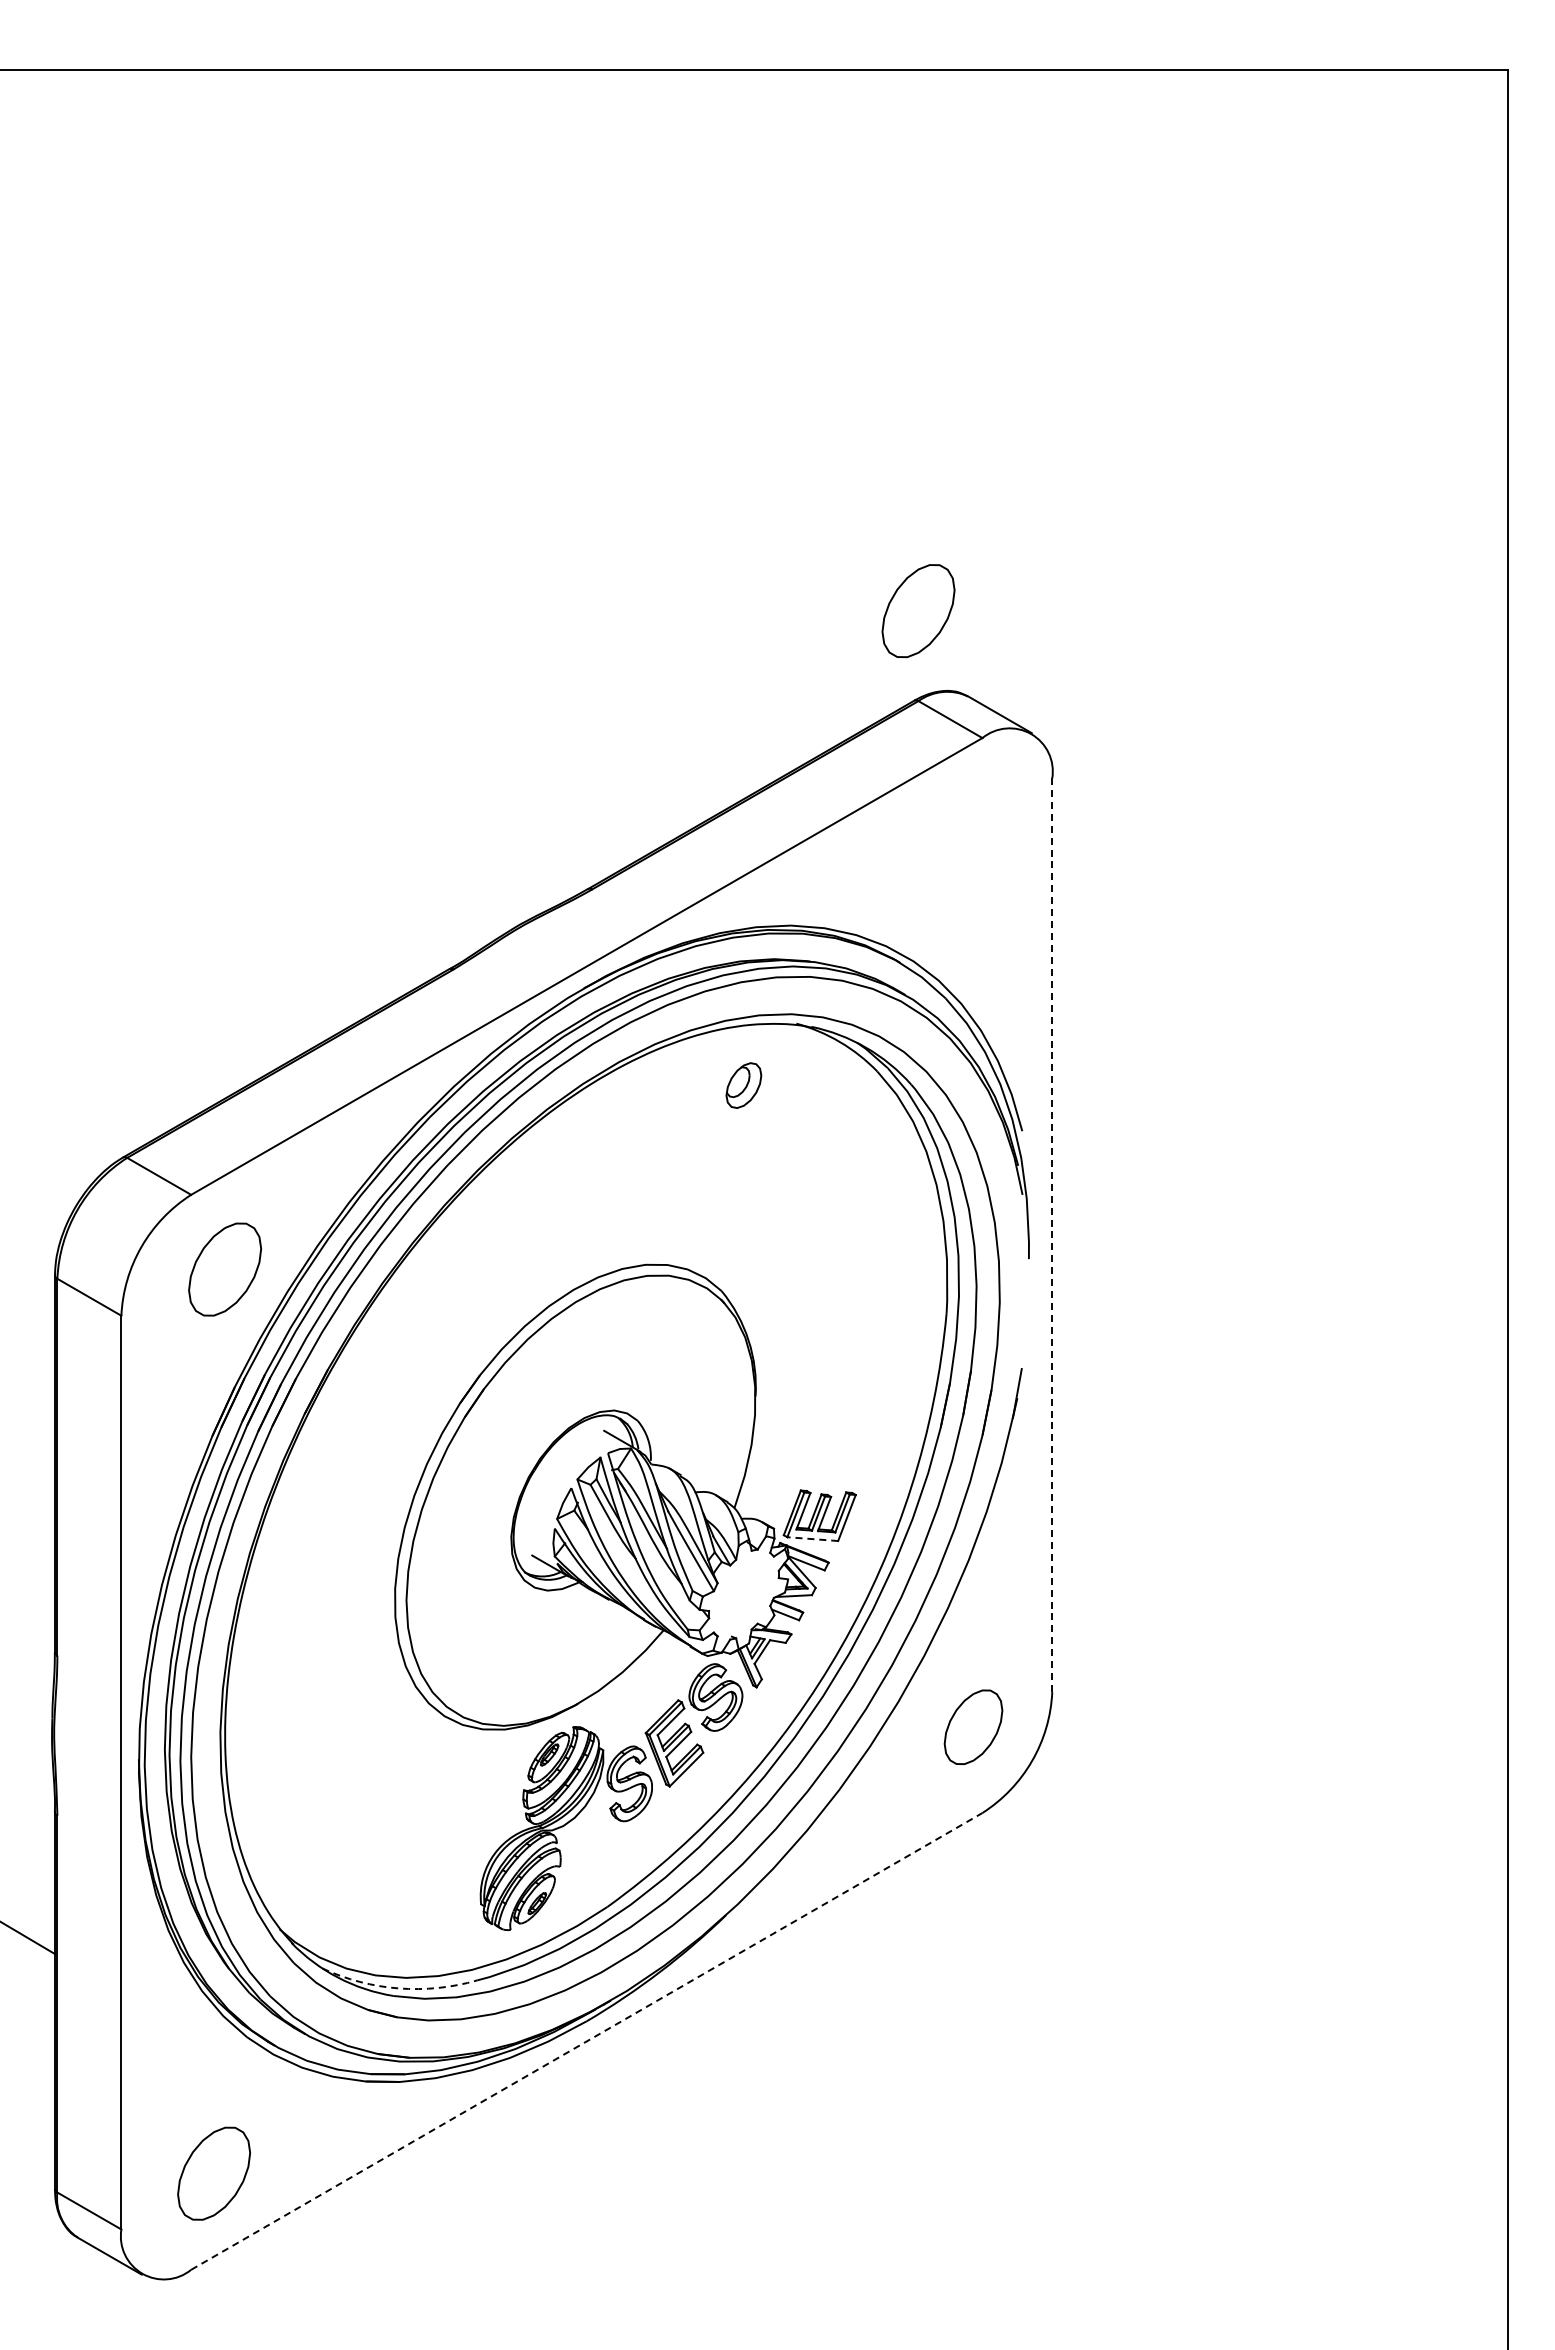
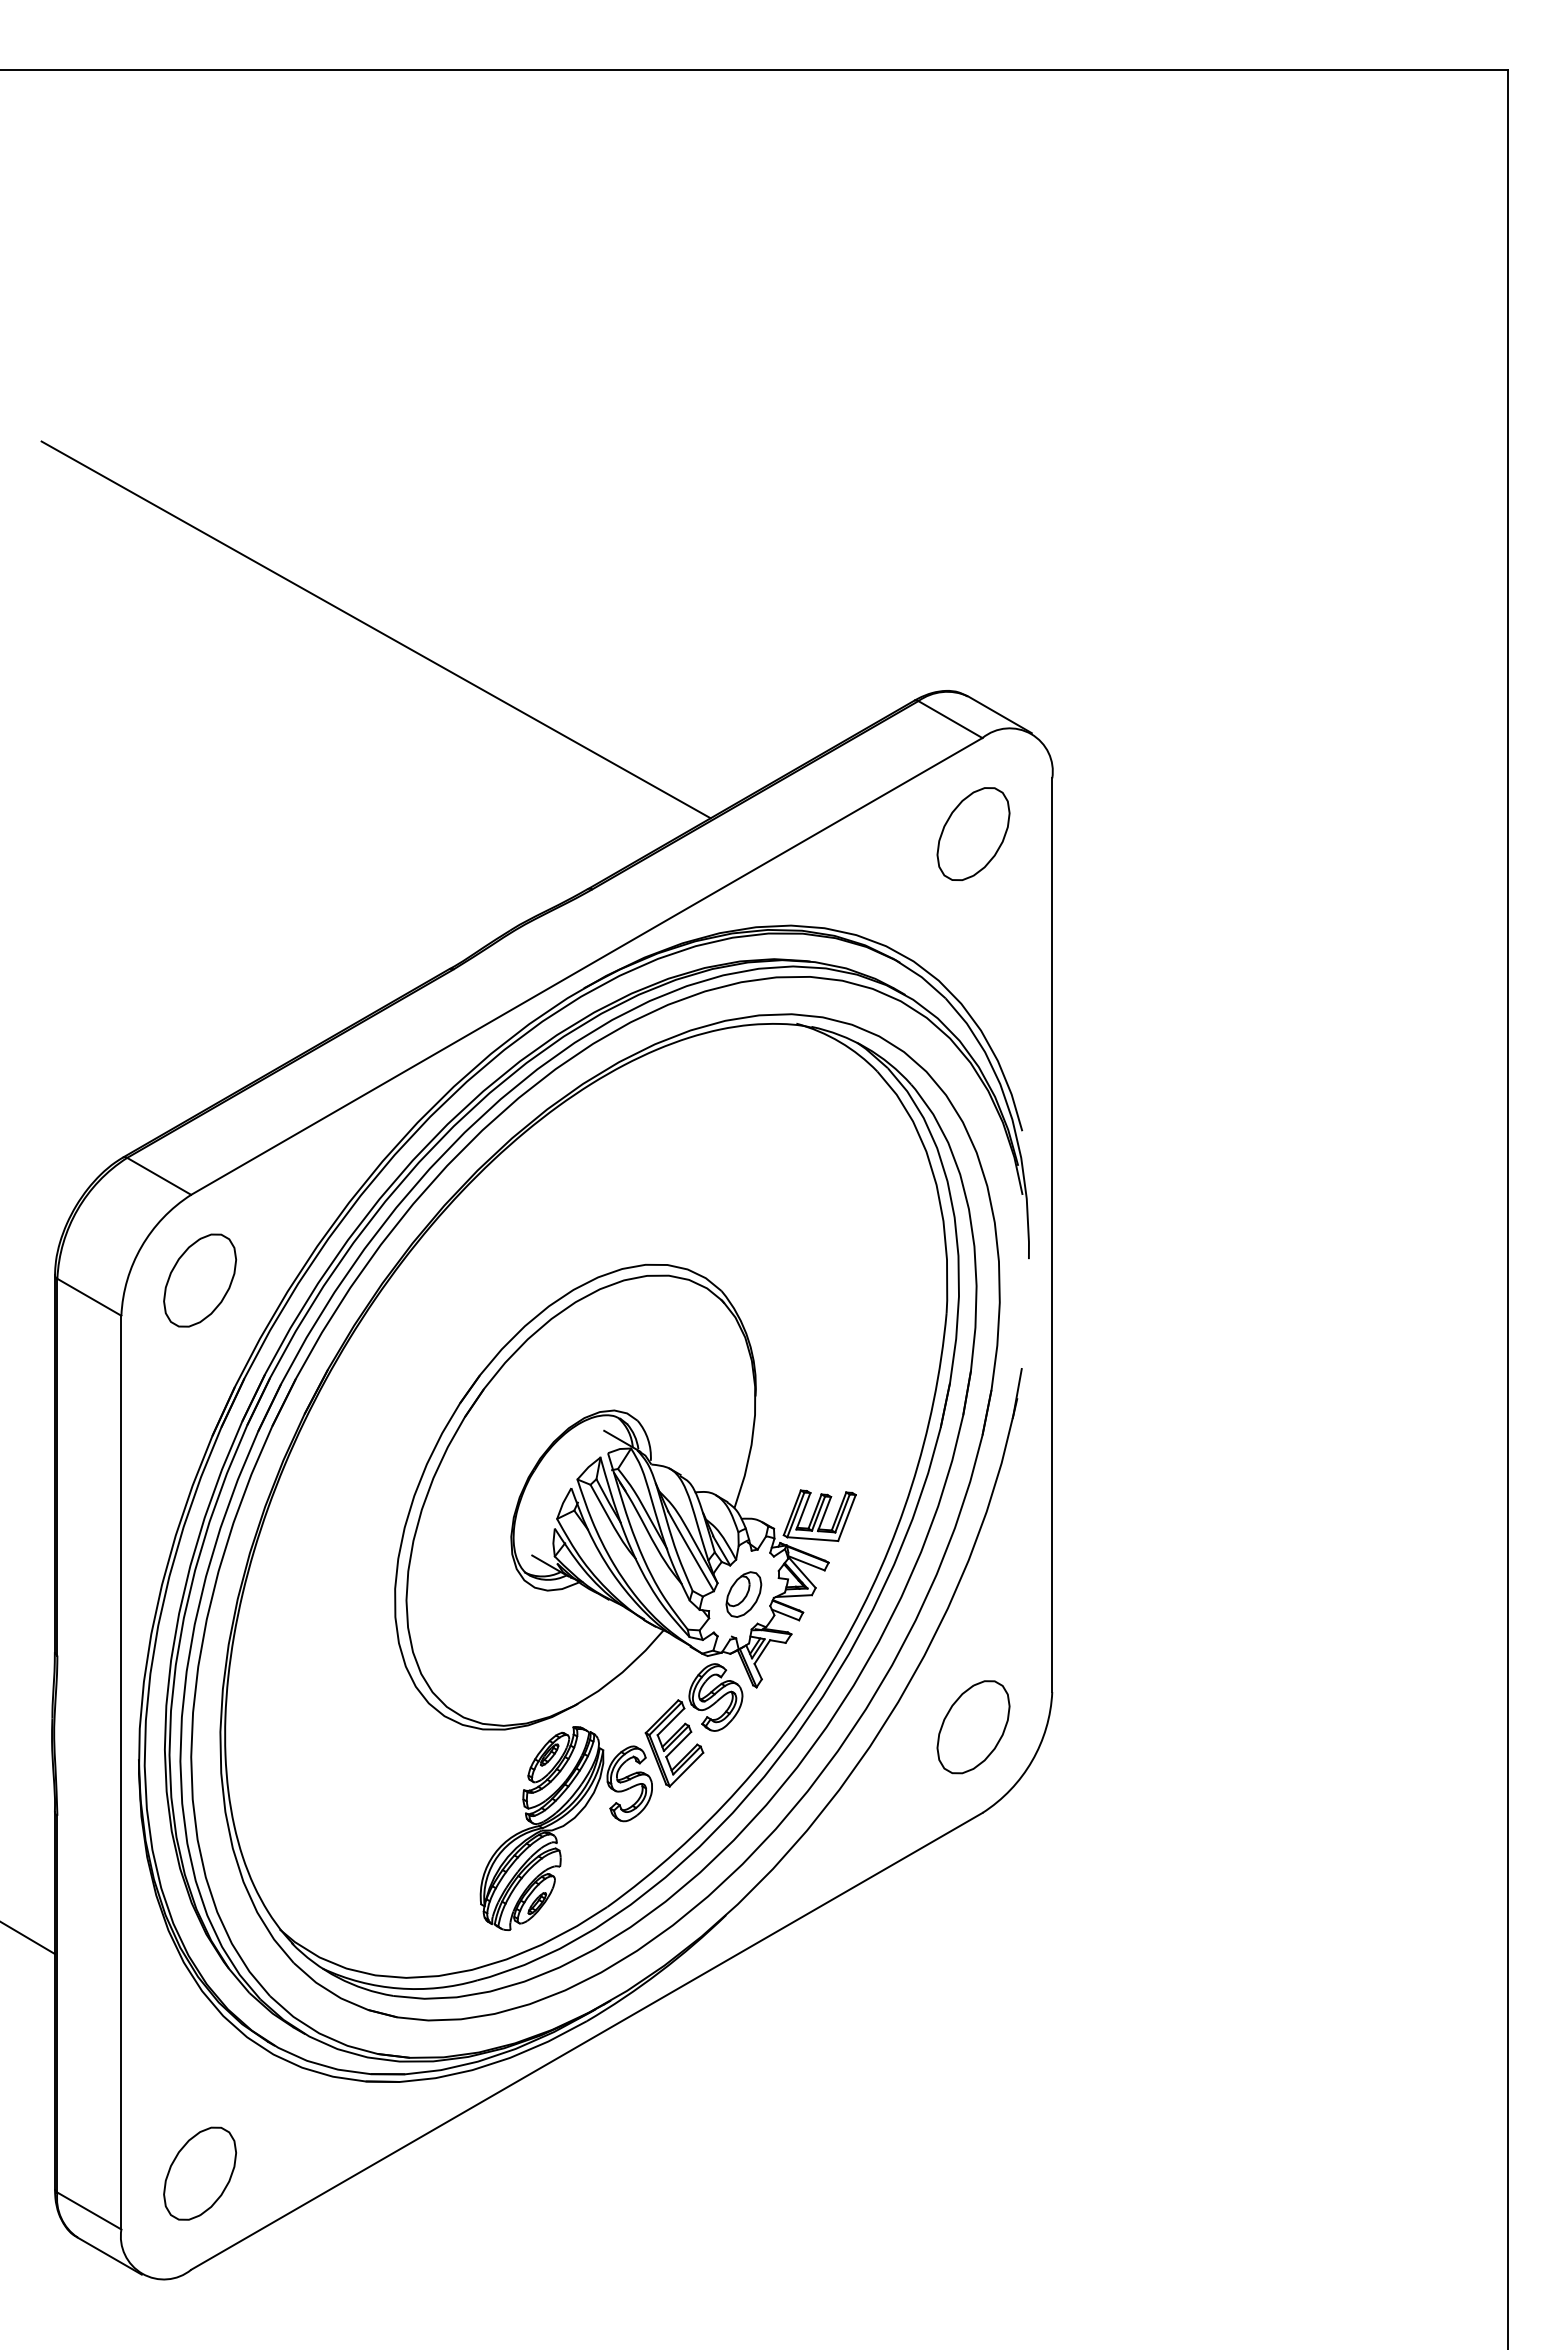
part at (918, 611) position: (918, 611) -> (973, 834)
line at (375, 629): none -> present
part at (743, 1085) position: (743, 1085) -> (743, 1594)
line at (1052, 1235): dashed -> solid
part at (225, 1269) position: (225, 1269) -> (200, 1280)
line at (812, 1539): dashed -> solid
part at (973, 1726) size: 61x76 px -> 75x95 px
arc at (398, 1988): dashed -> solid
line at (586, 2041): dashed -> solid
part at (213, 2173) position: (213, 2173) -> (199, 2173)
